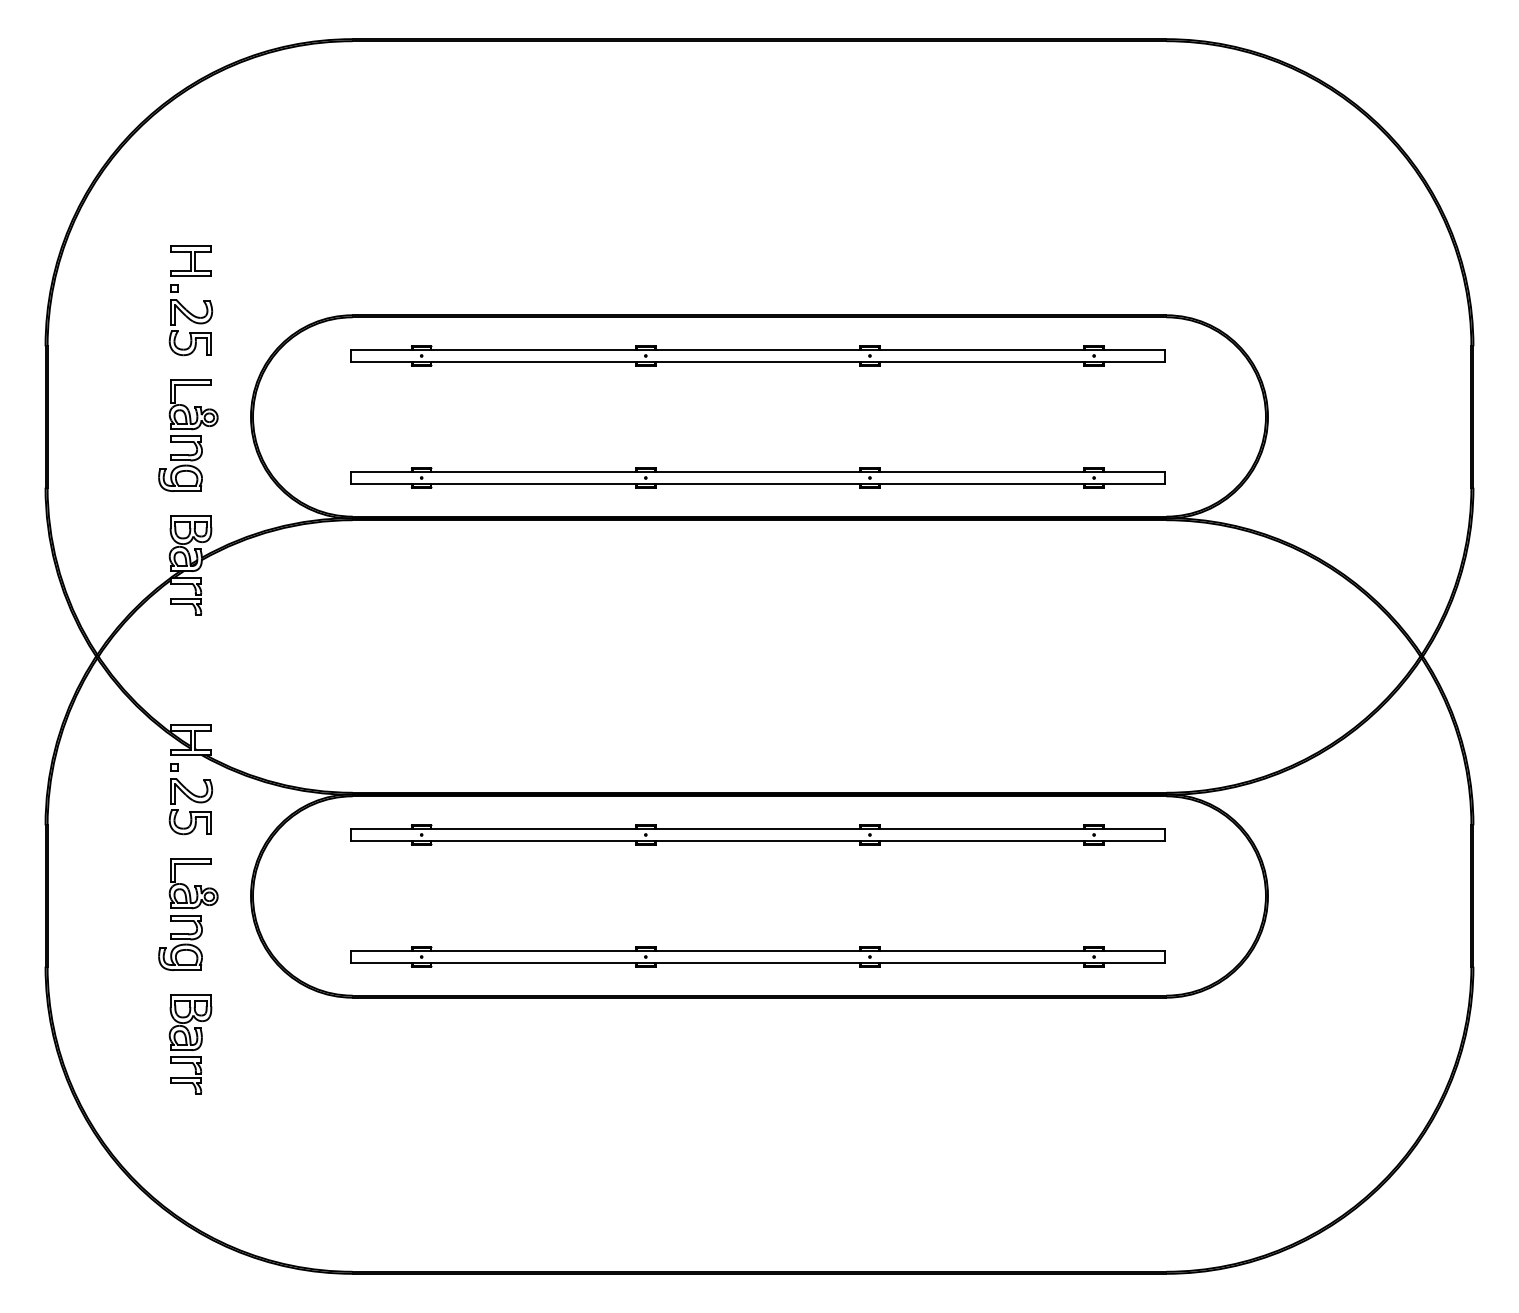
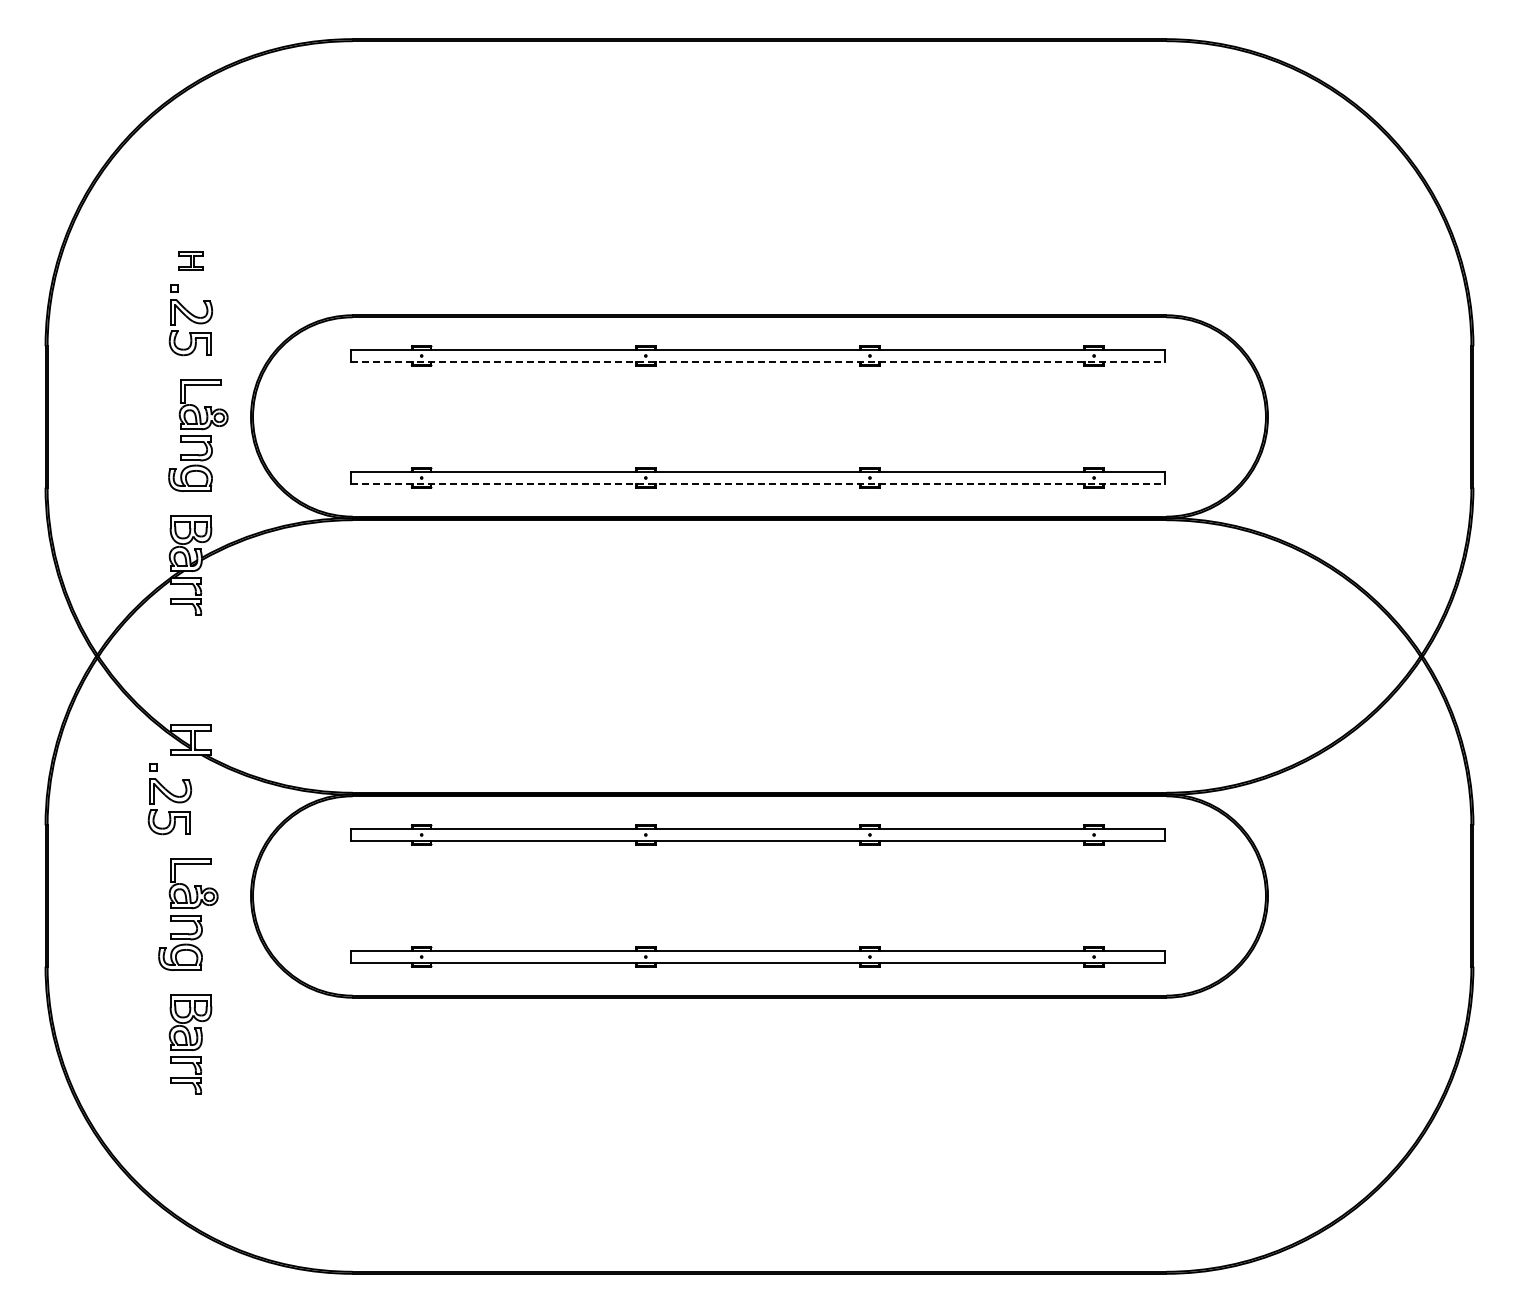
part at (190, 260) size: 42x32 px -> 26x20 px
line at (757, 361): solid -> dashed
part at (188, 435) position: (188, 435) -> (198, 435)
line at (757, 483): solid -> dashed
part at (190, 799) position: (190, 799) -> (169, 799)
